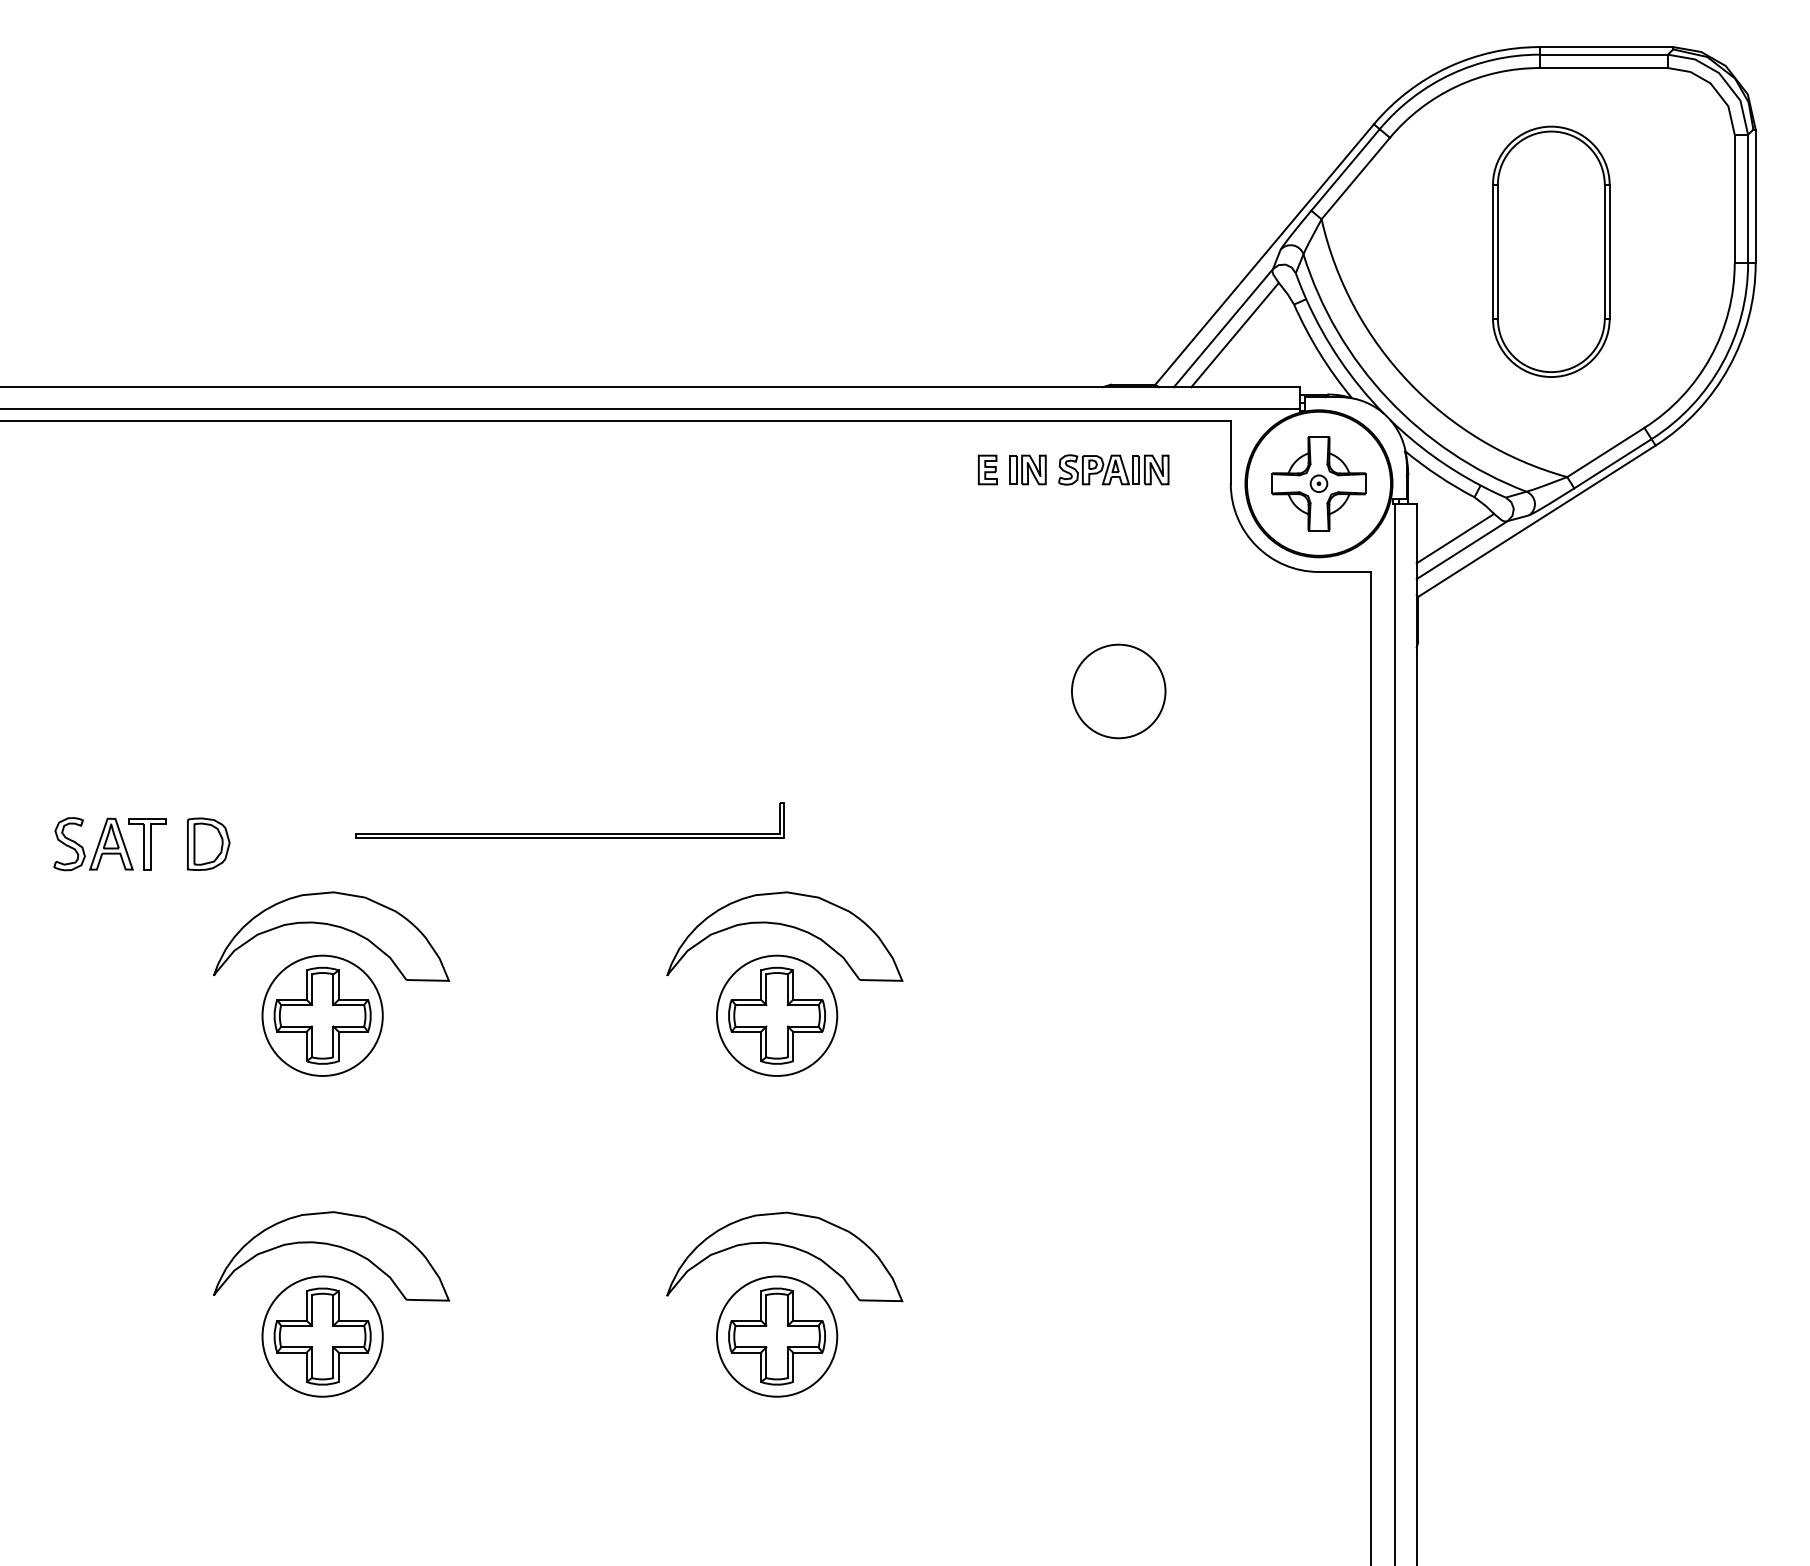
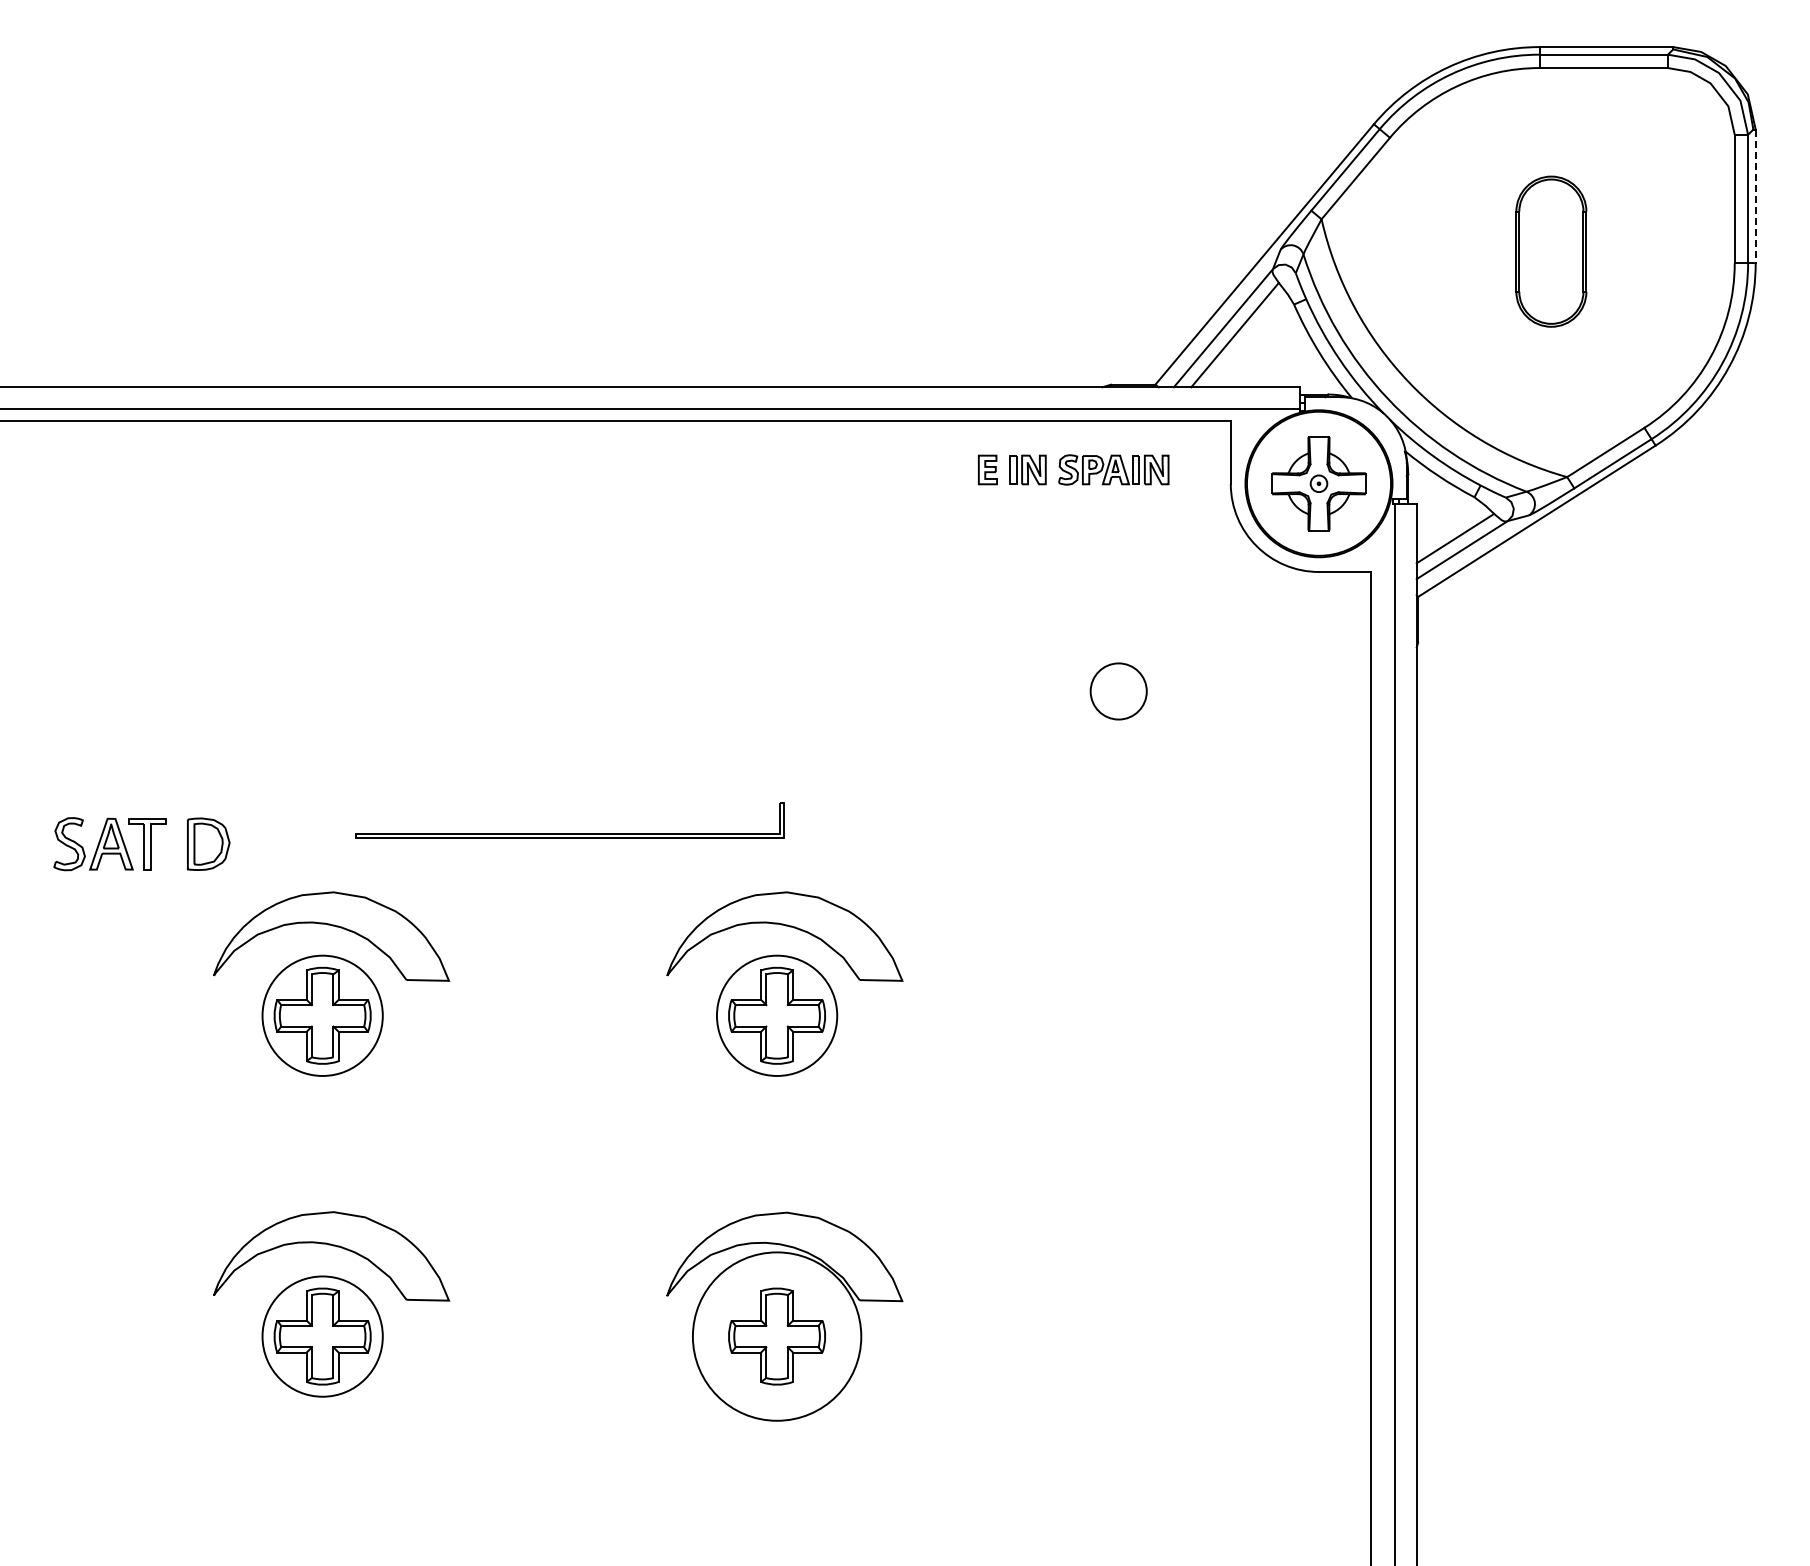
line at (1755, 196): solid -> dashed
part at (1551, 251) size: 119x253 px -> 73x153 px
circle at (1118, 691) diameter: 94 px -> 56 px
circle at (776, 1336) diameter: 120 px -> 168 px
